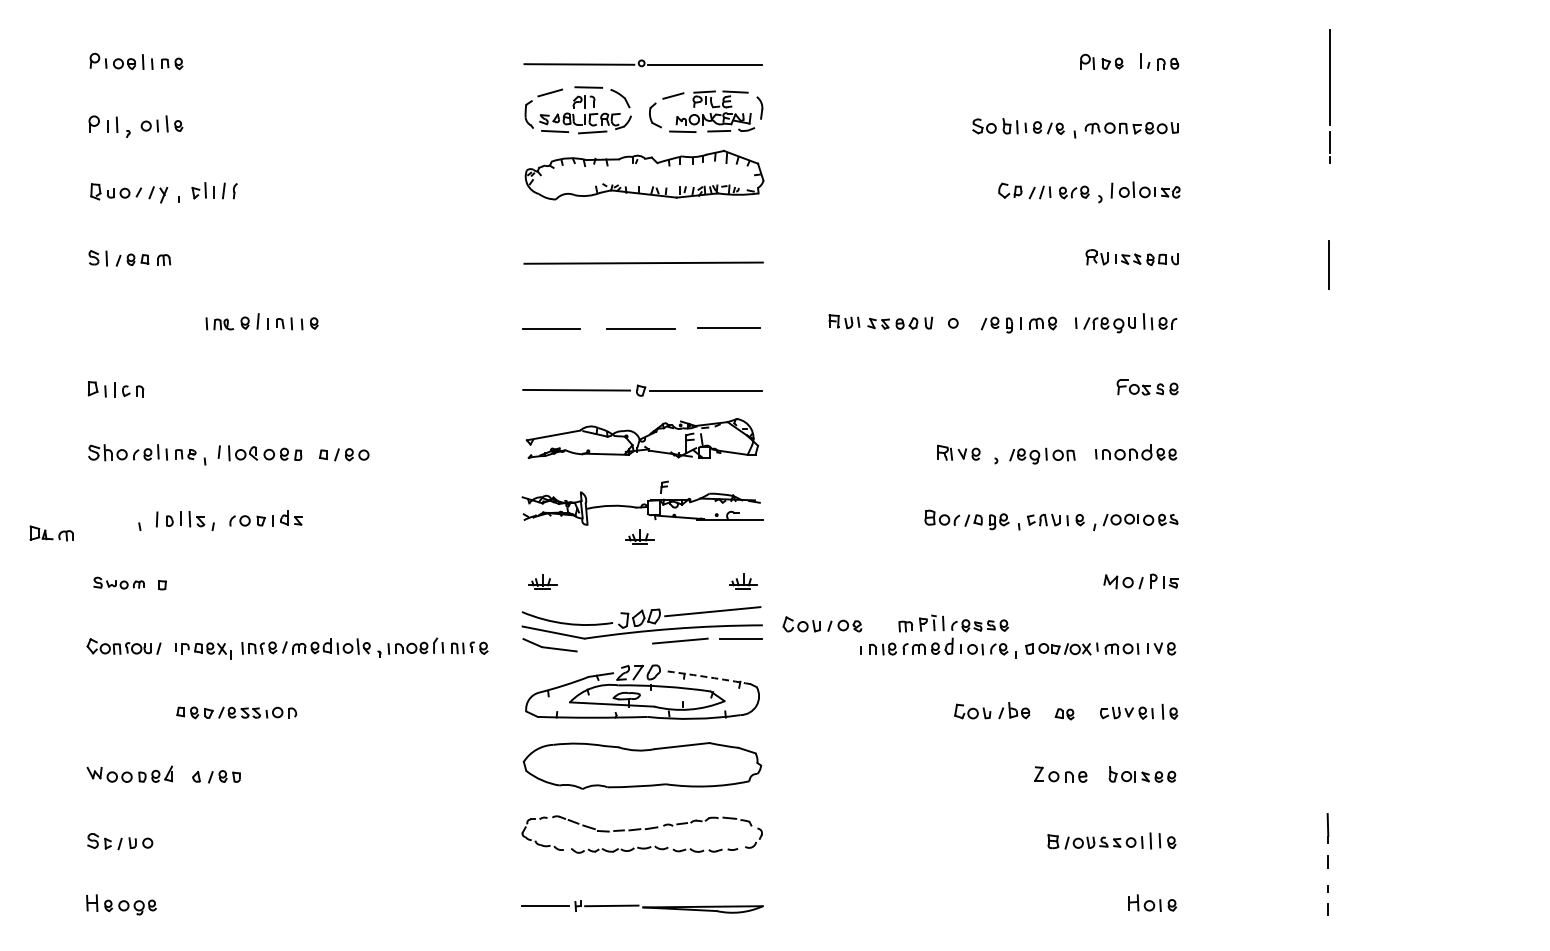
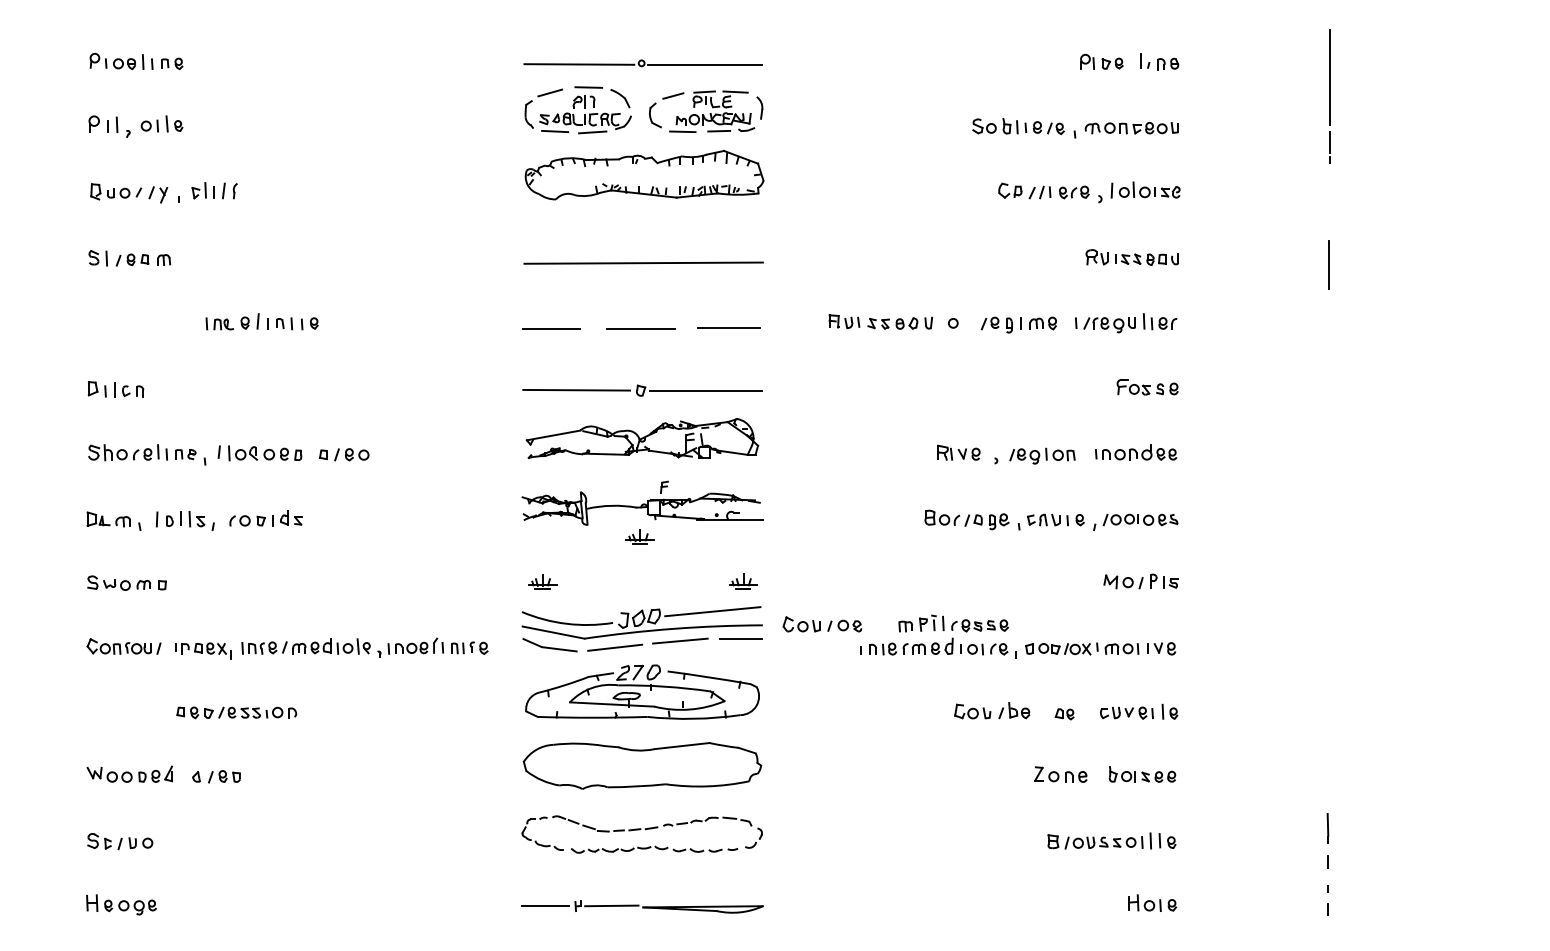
part at (51, 533) position: (51, 533) -> (108, 519)
part at (118, 582) size: 52x14 px -> 64x16 px
line at (615, 647): none -> present
arc at (709, 677): dashed -> solid
